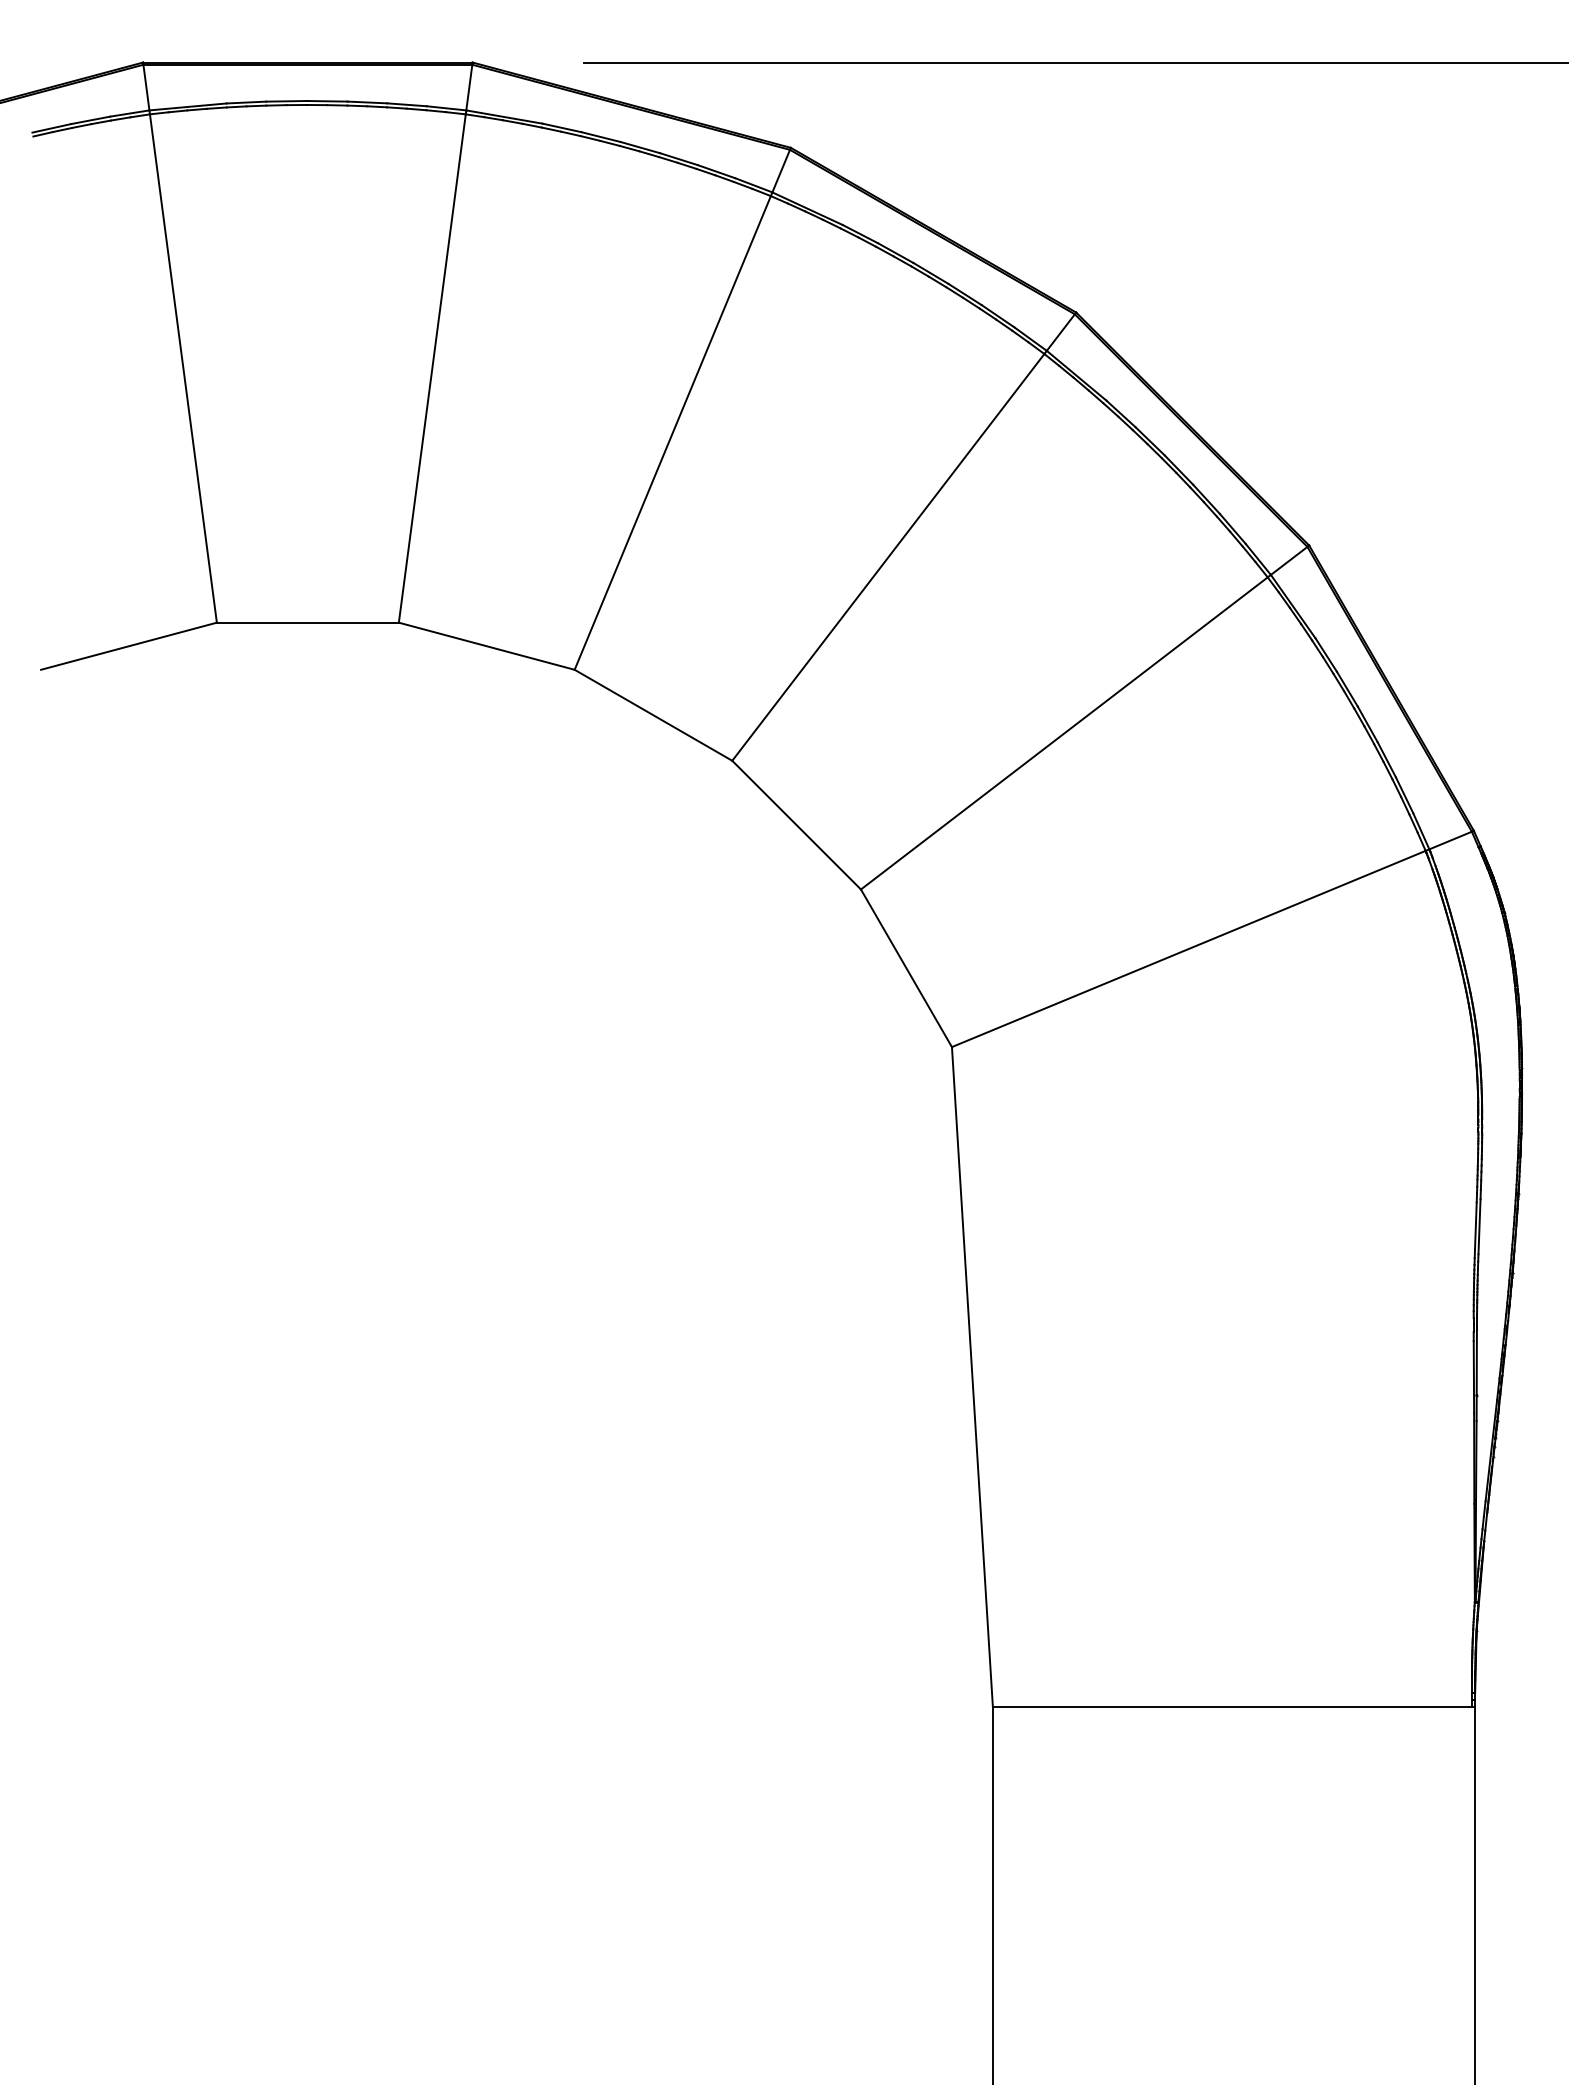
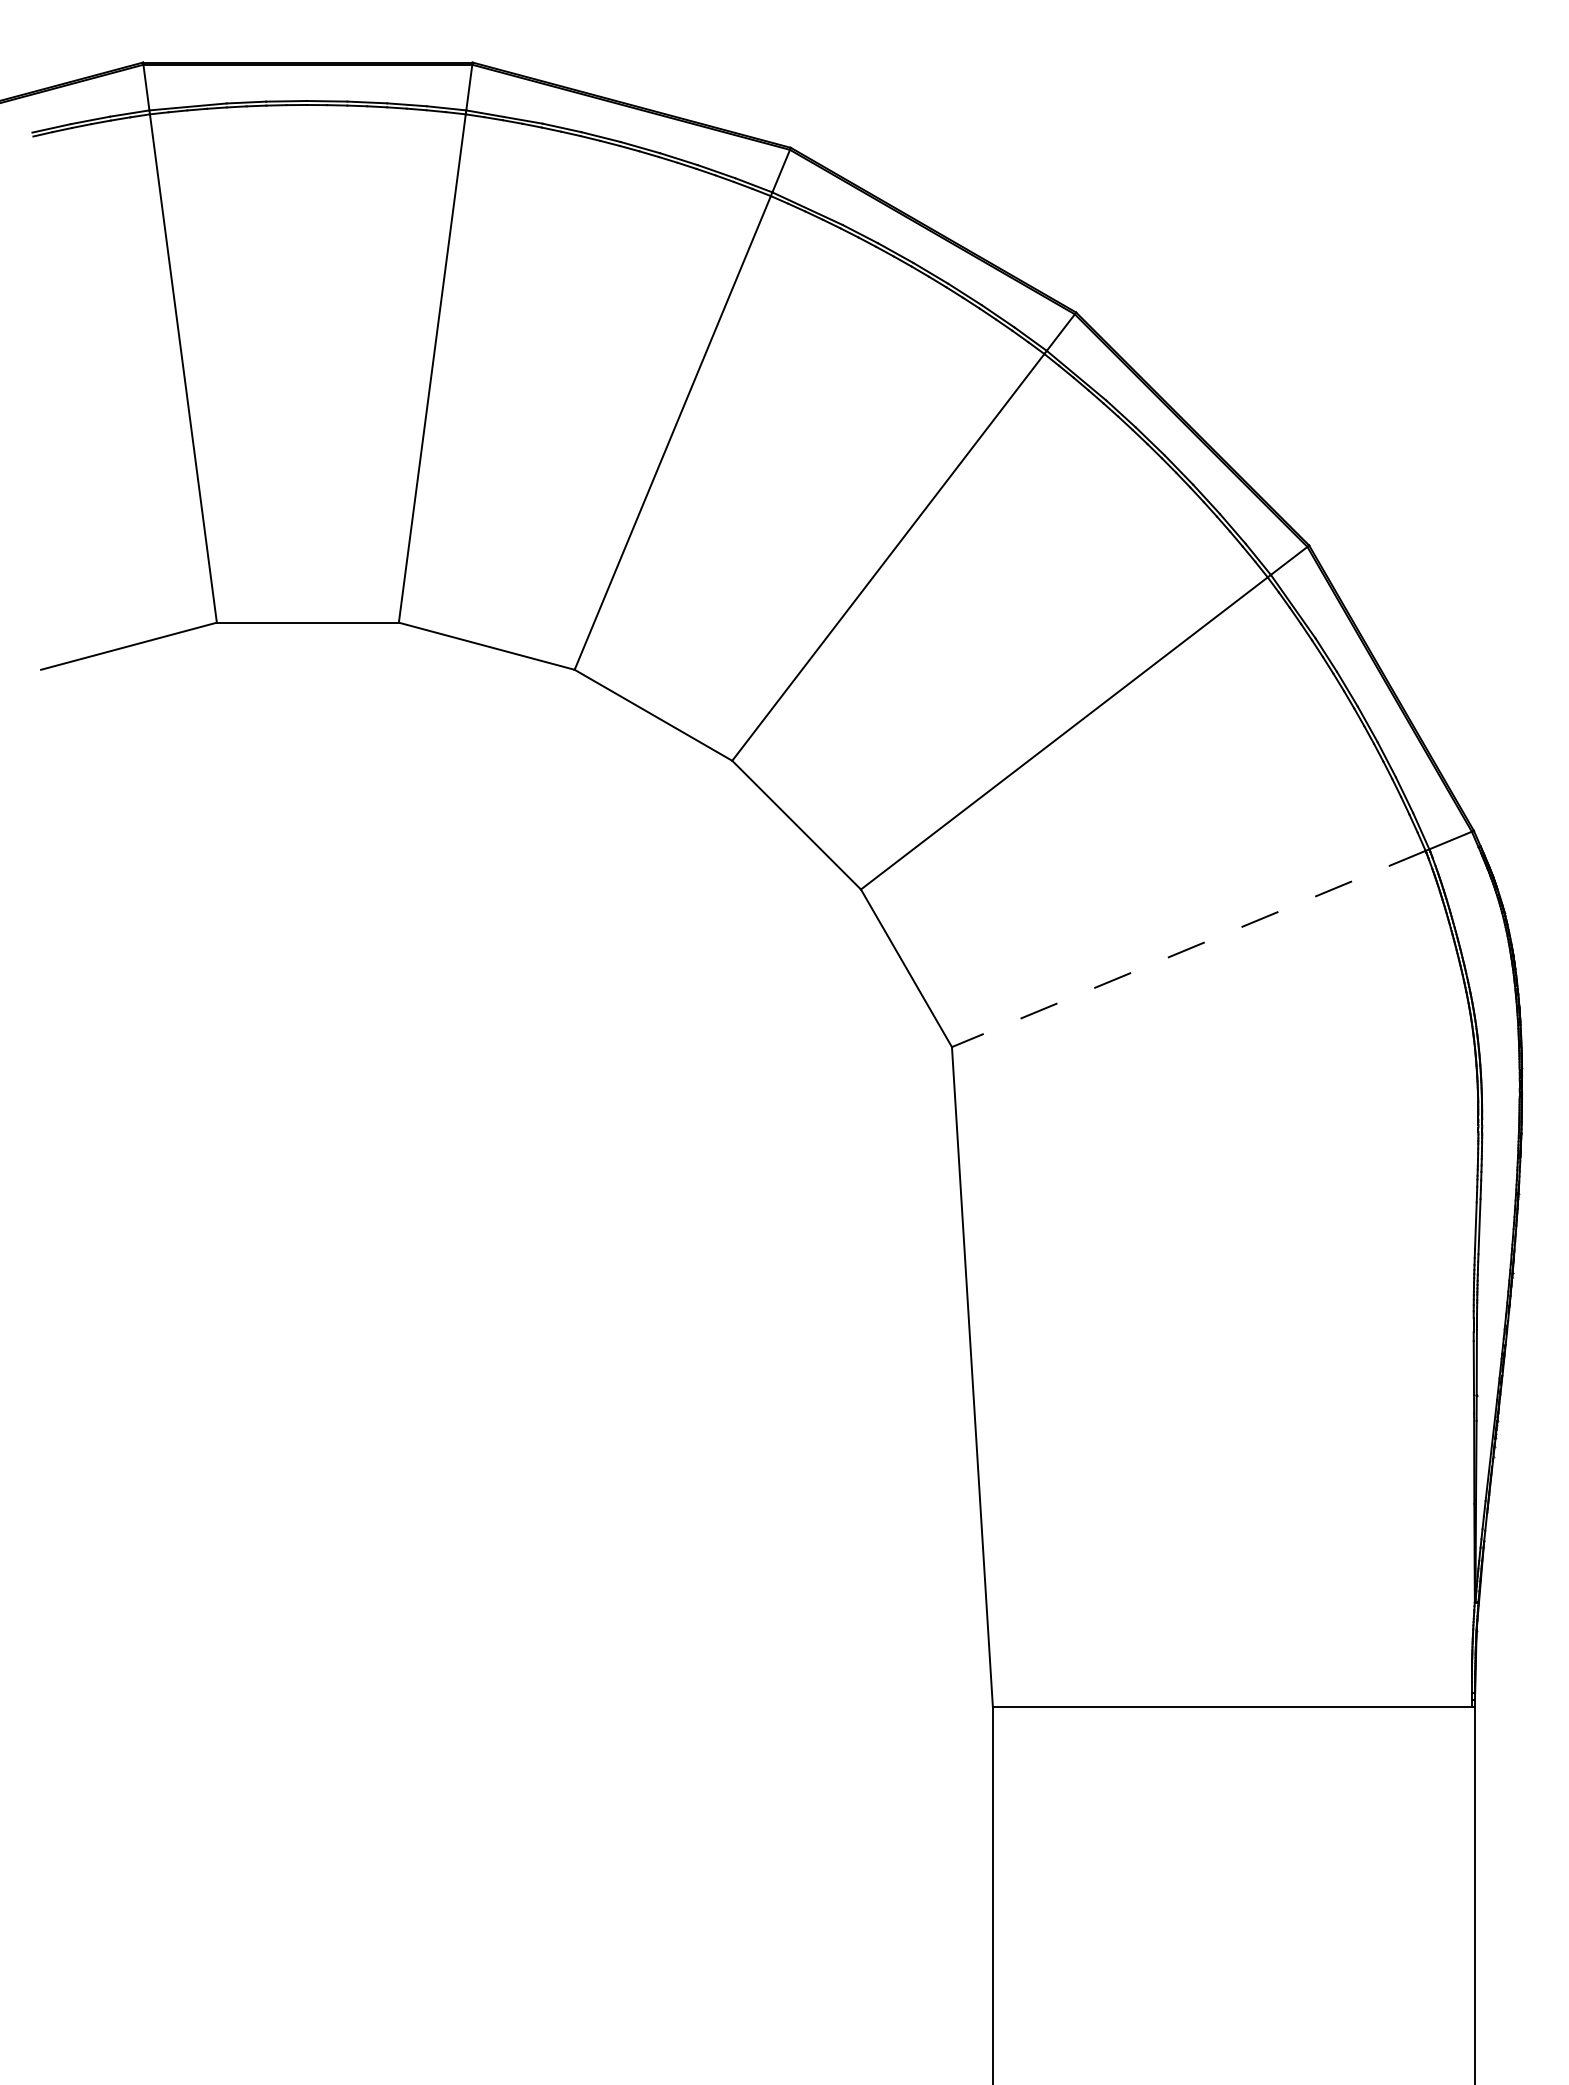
line at (1074, 62): present -> none
line at (1188, 949): solid -> dashed
